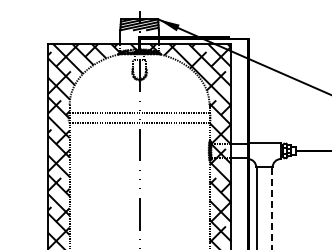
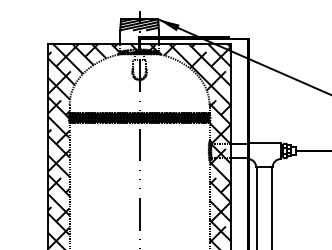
hatch at (139, 117): none -> present
line at (271, 208): dashed -> solid
